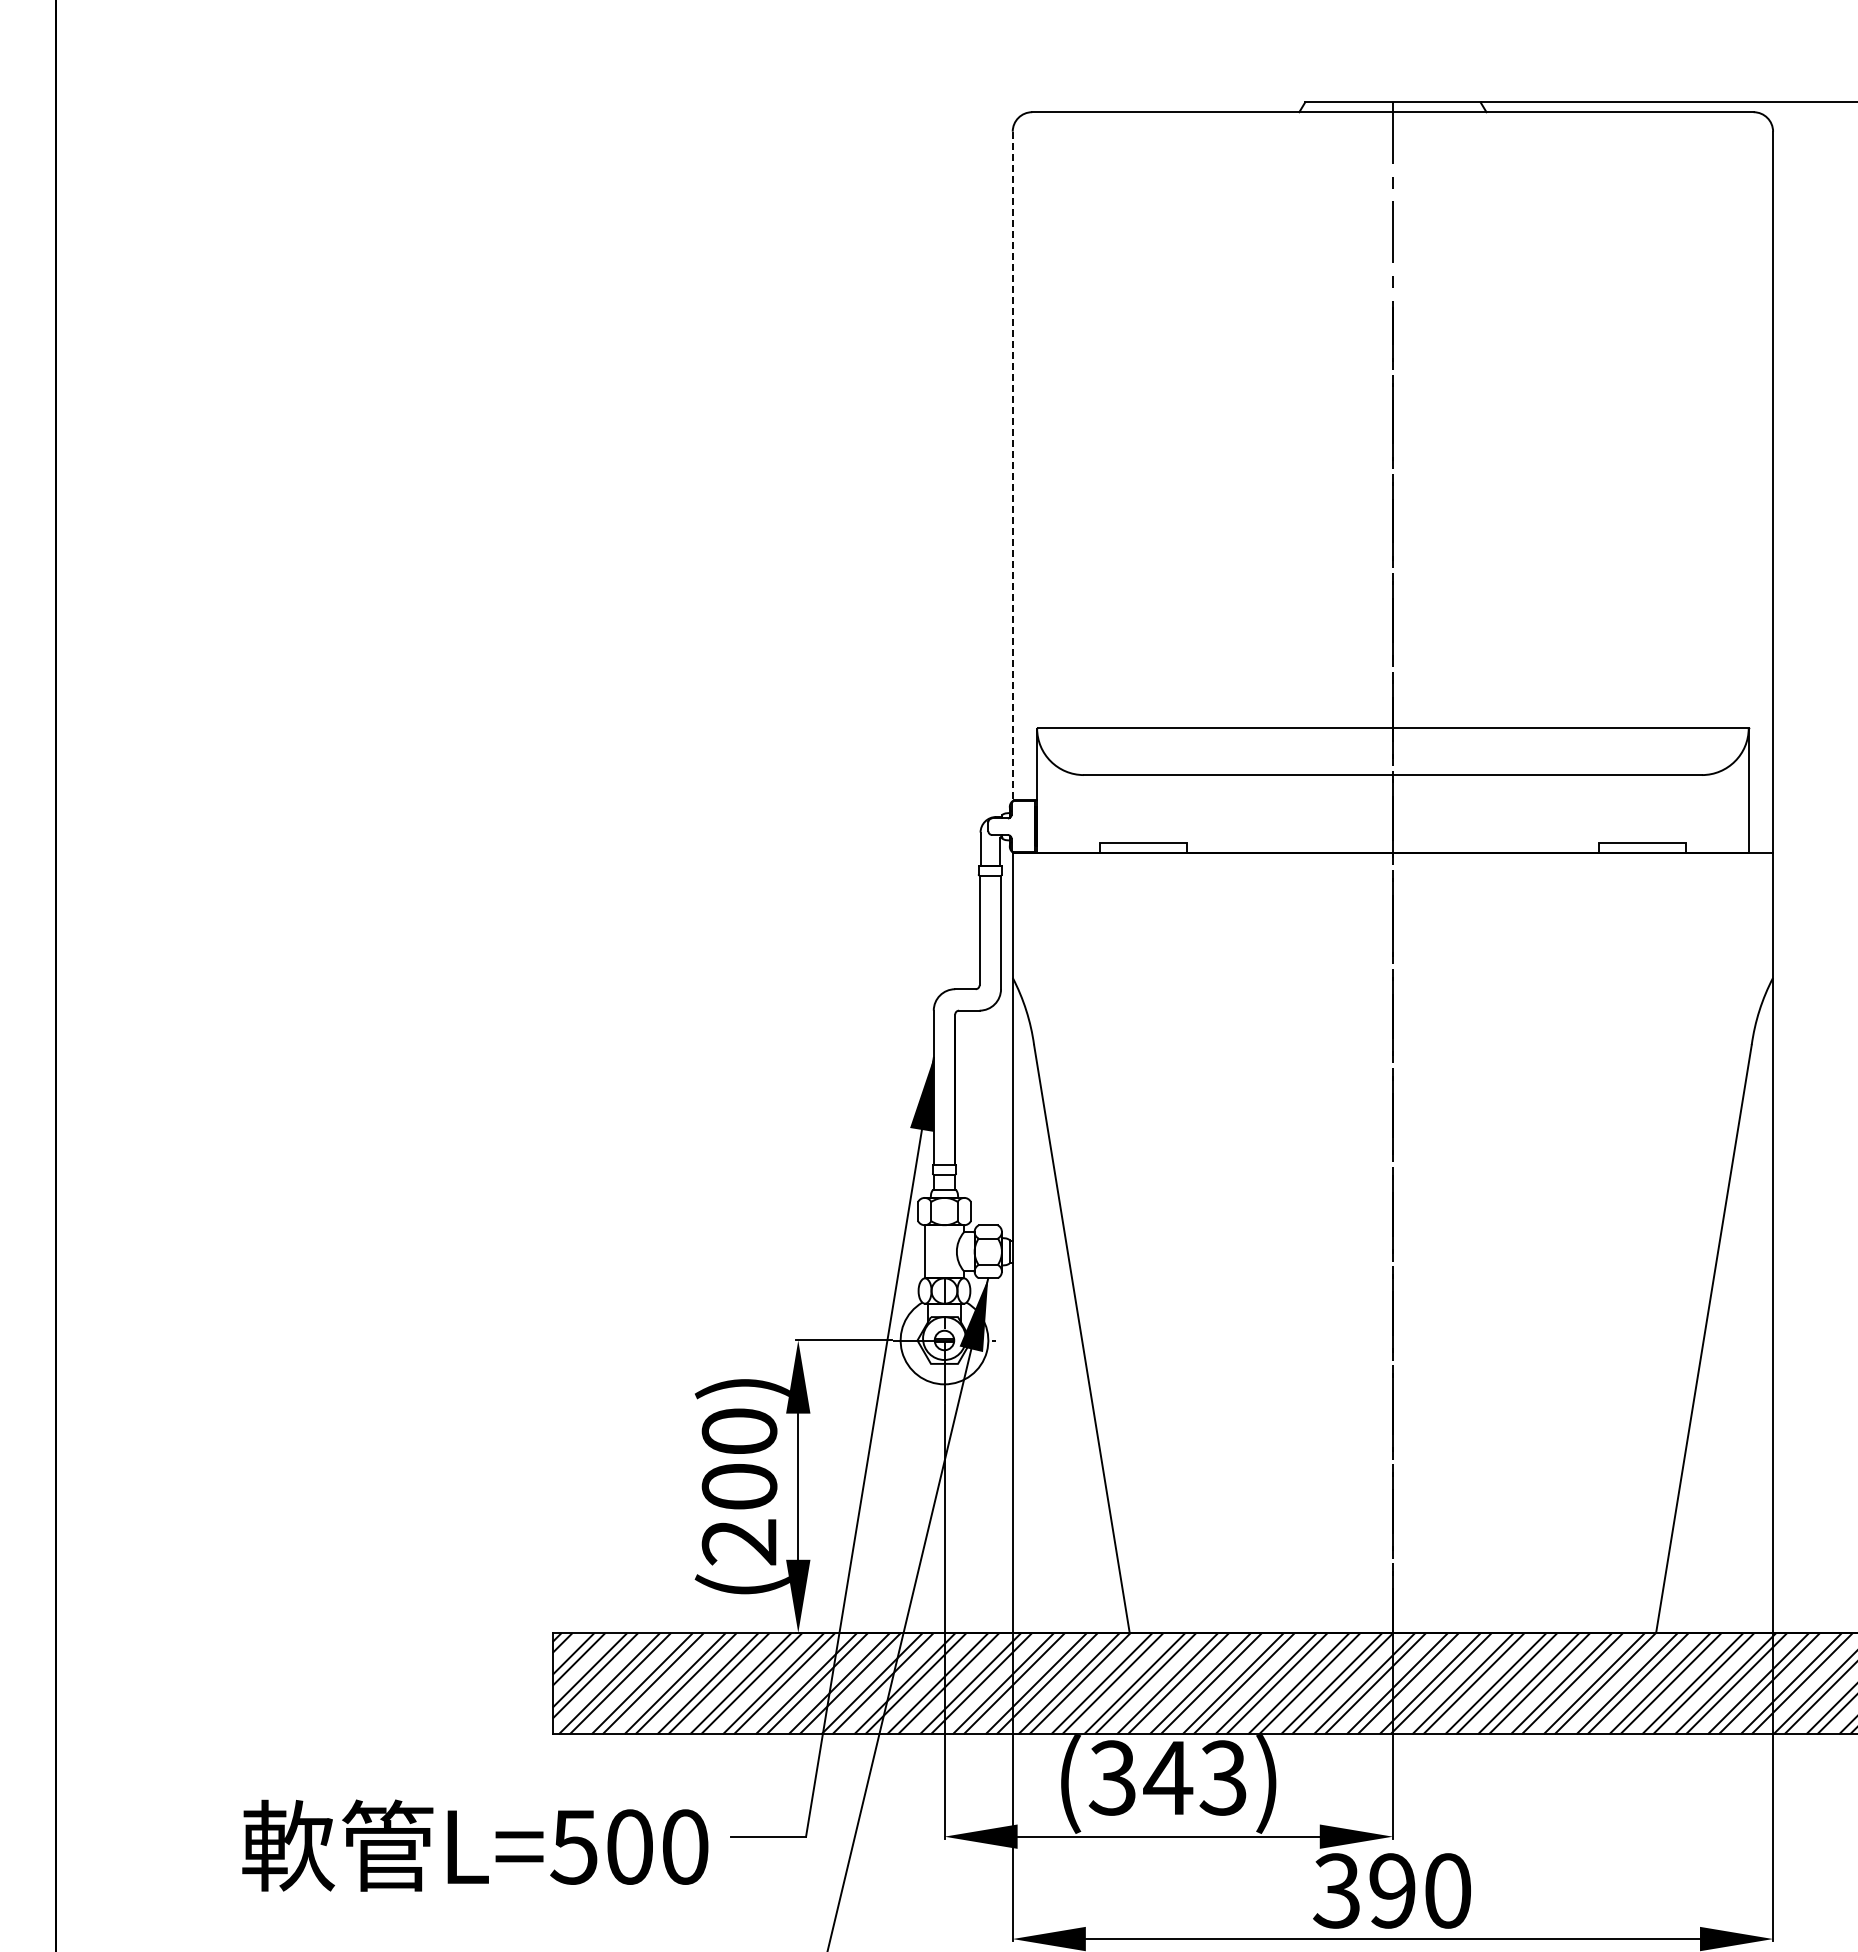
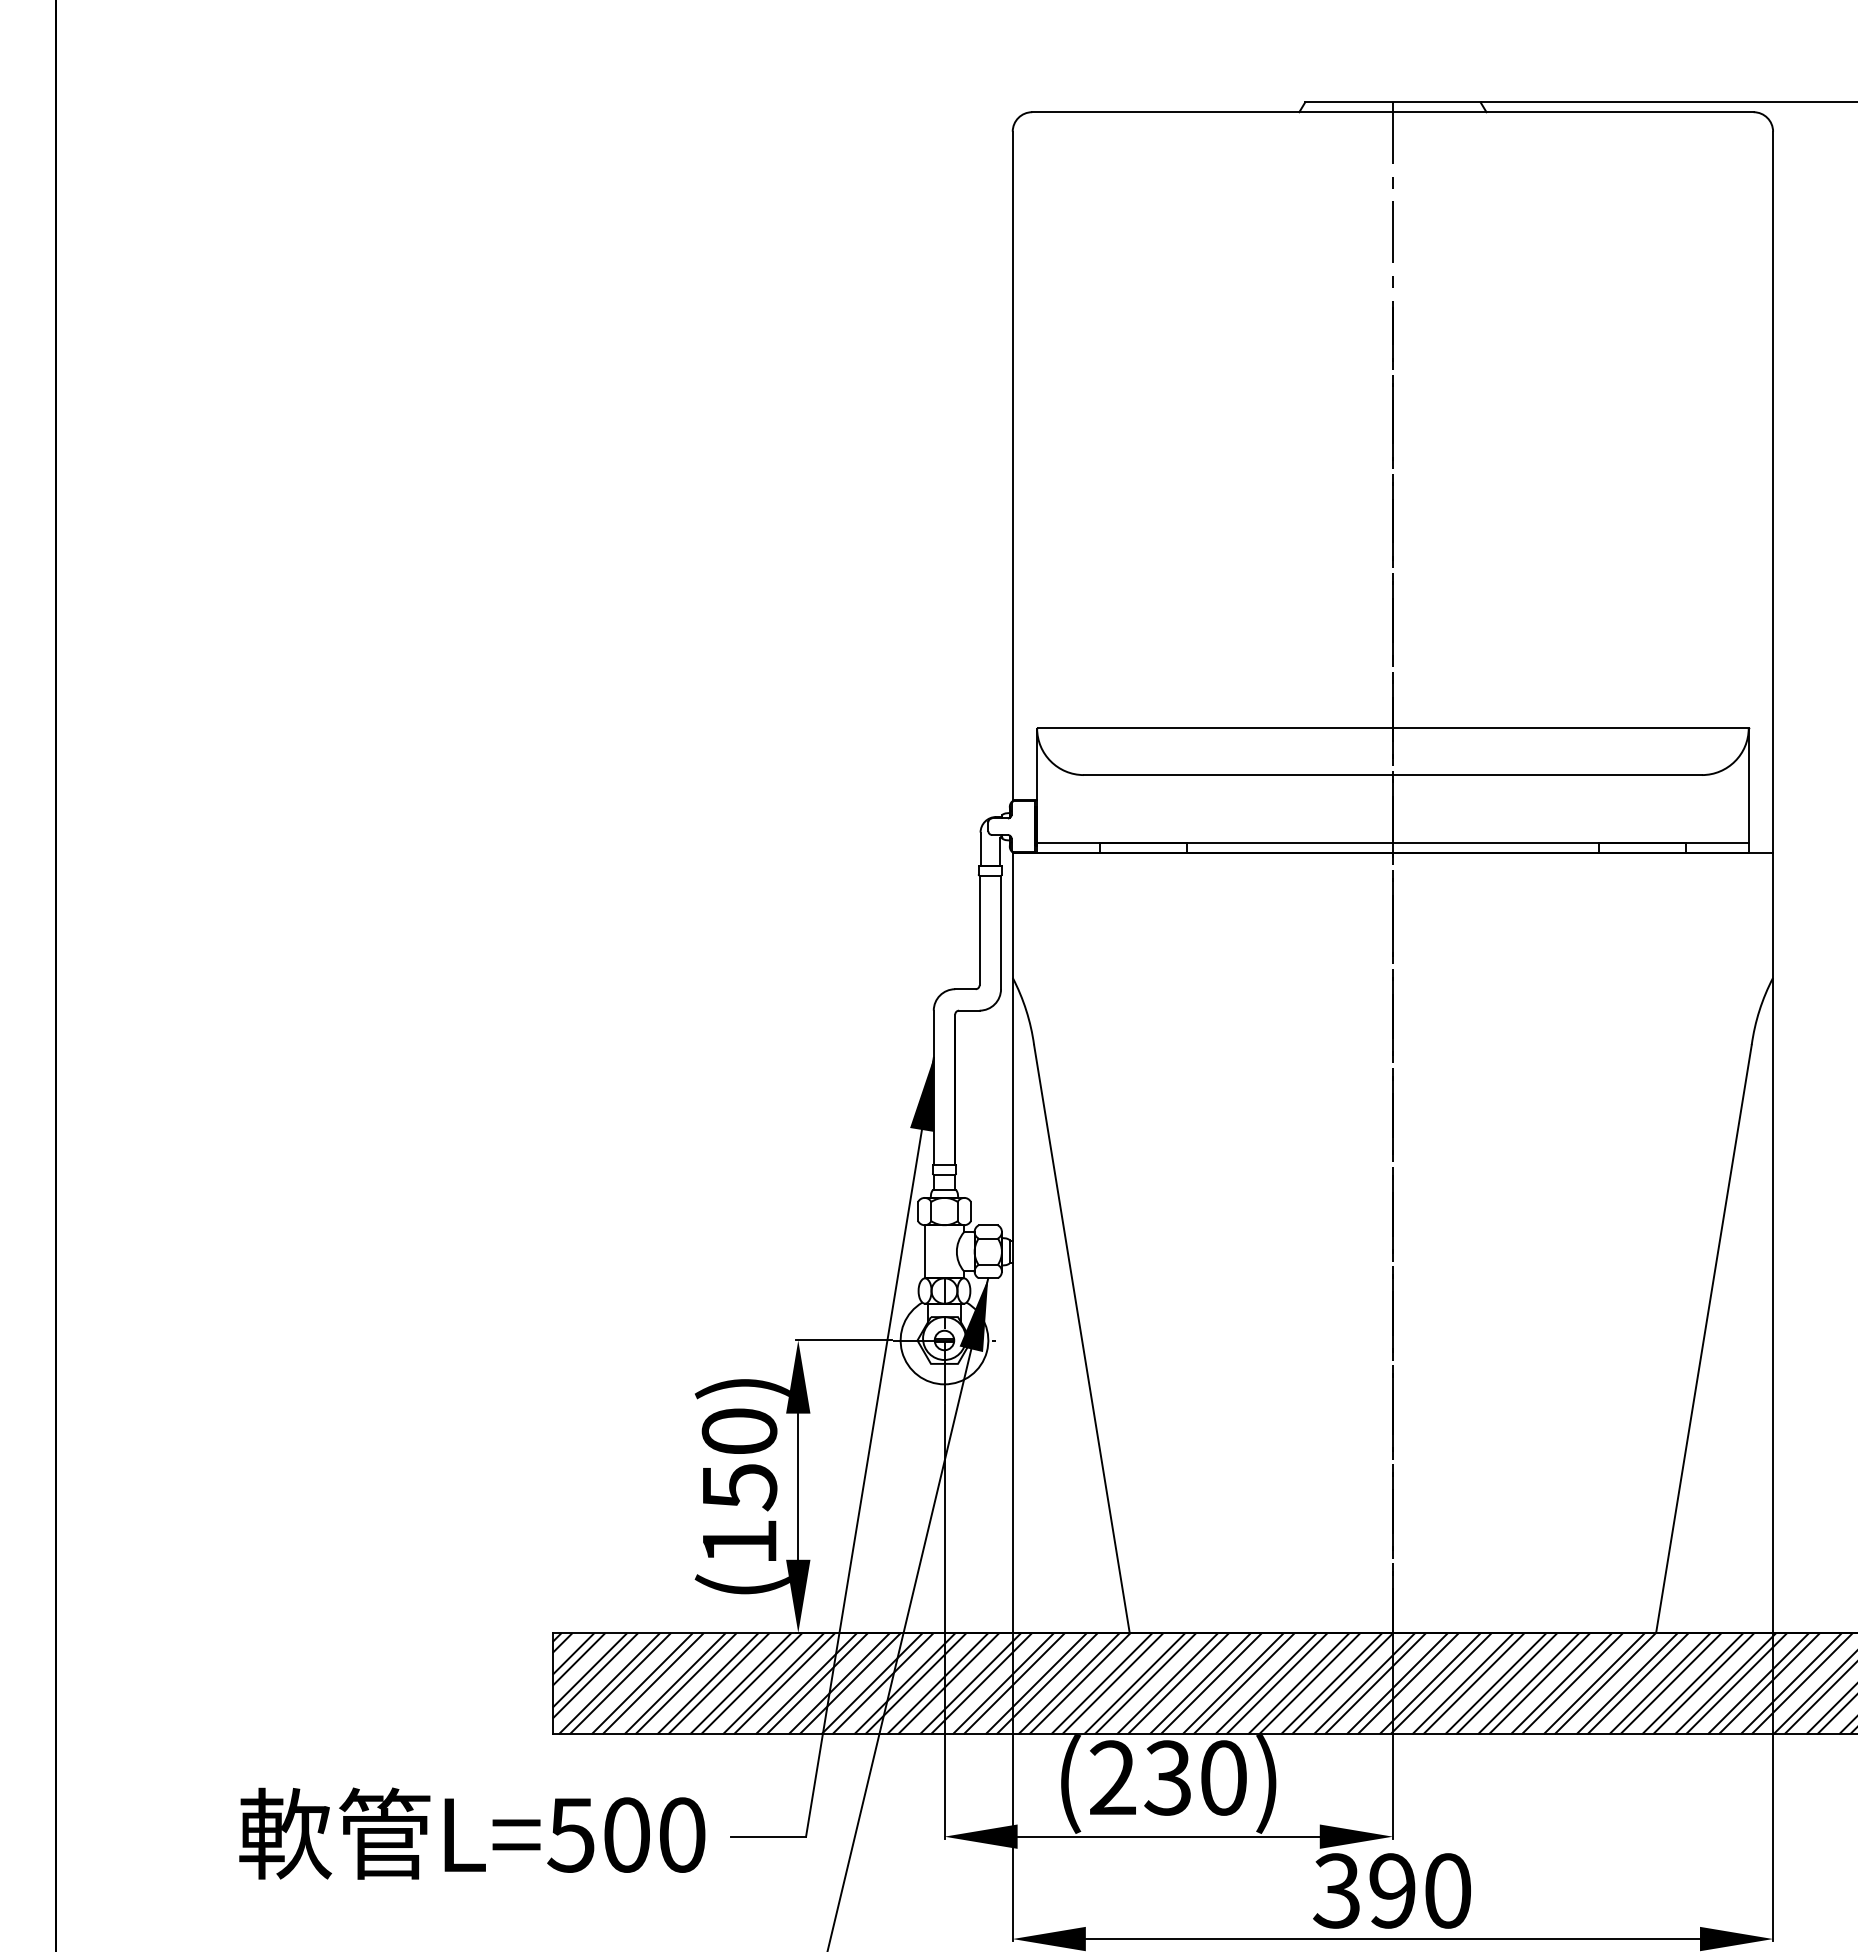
line at (1012, 466): dashed -> solid
line at (1392, 843): none -> present
text at (739, 1514): (200) -> (150)
text at (1167, 1777): (343) -> (230)
text at (475, 1845) position: (475, 1845) -> (472, 1833)
